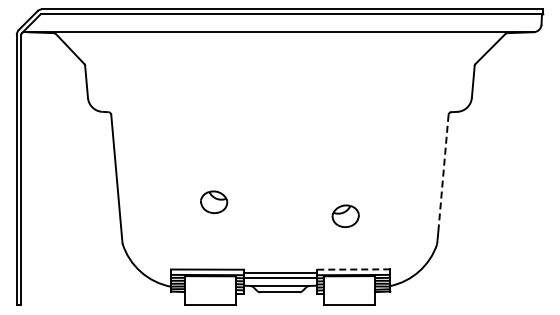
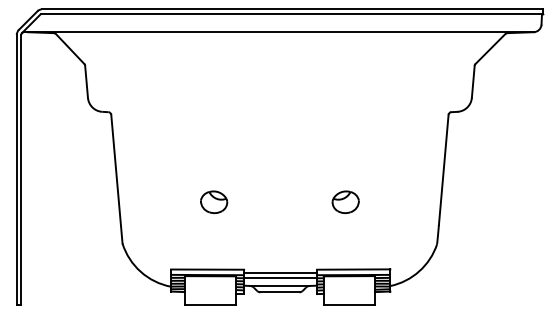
line at (443, 170): dashed -> solid
part at (345, 216) position: (345, 216) -> (345, 202)
line at (353, 269): dashed -> solid
